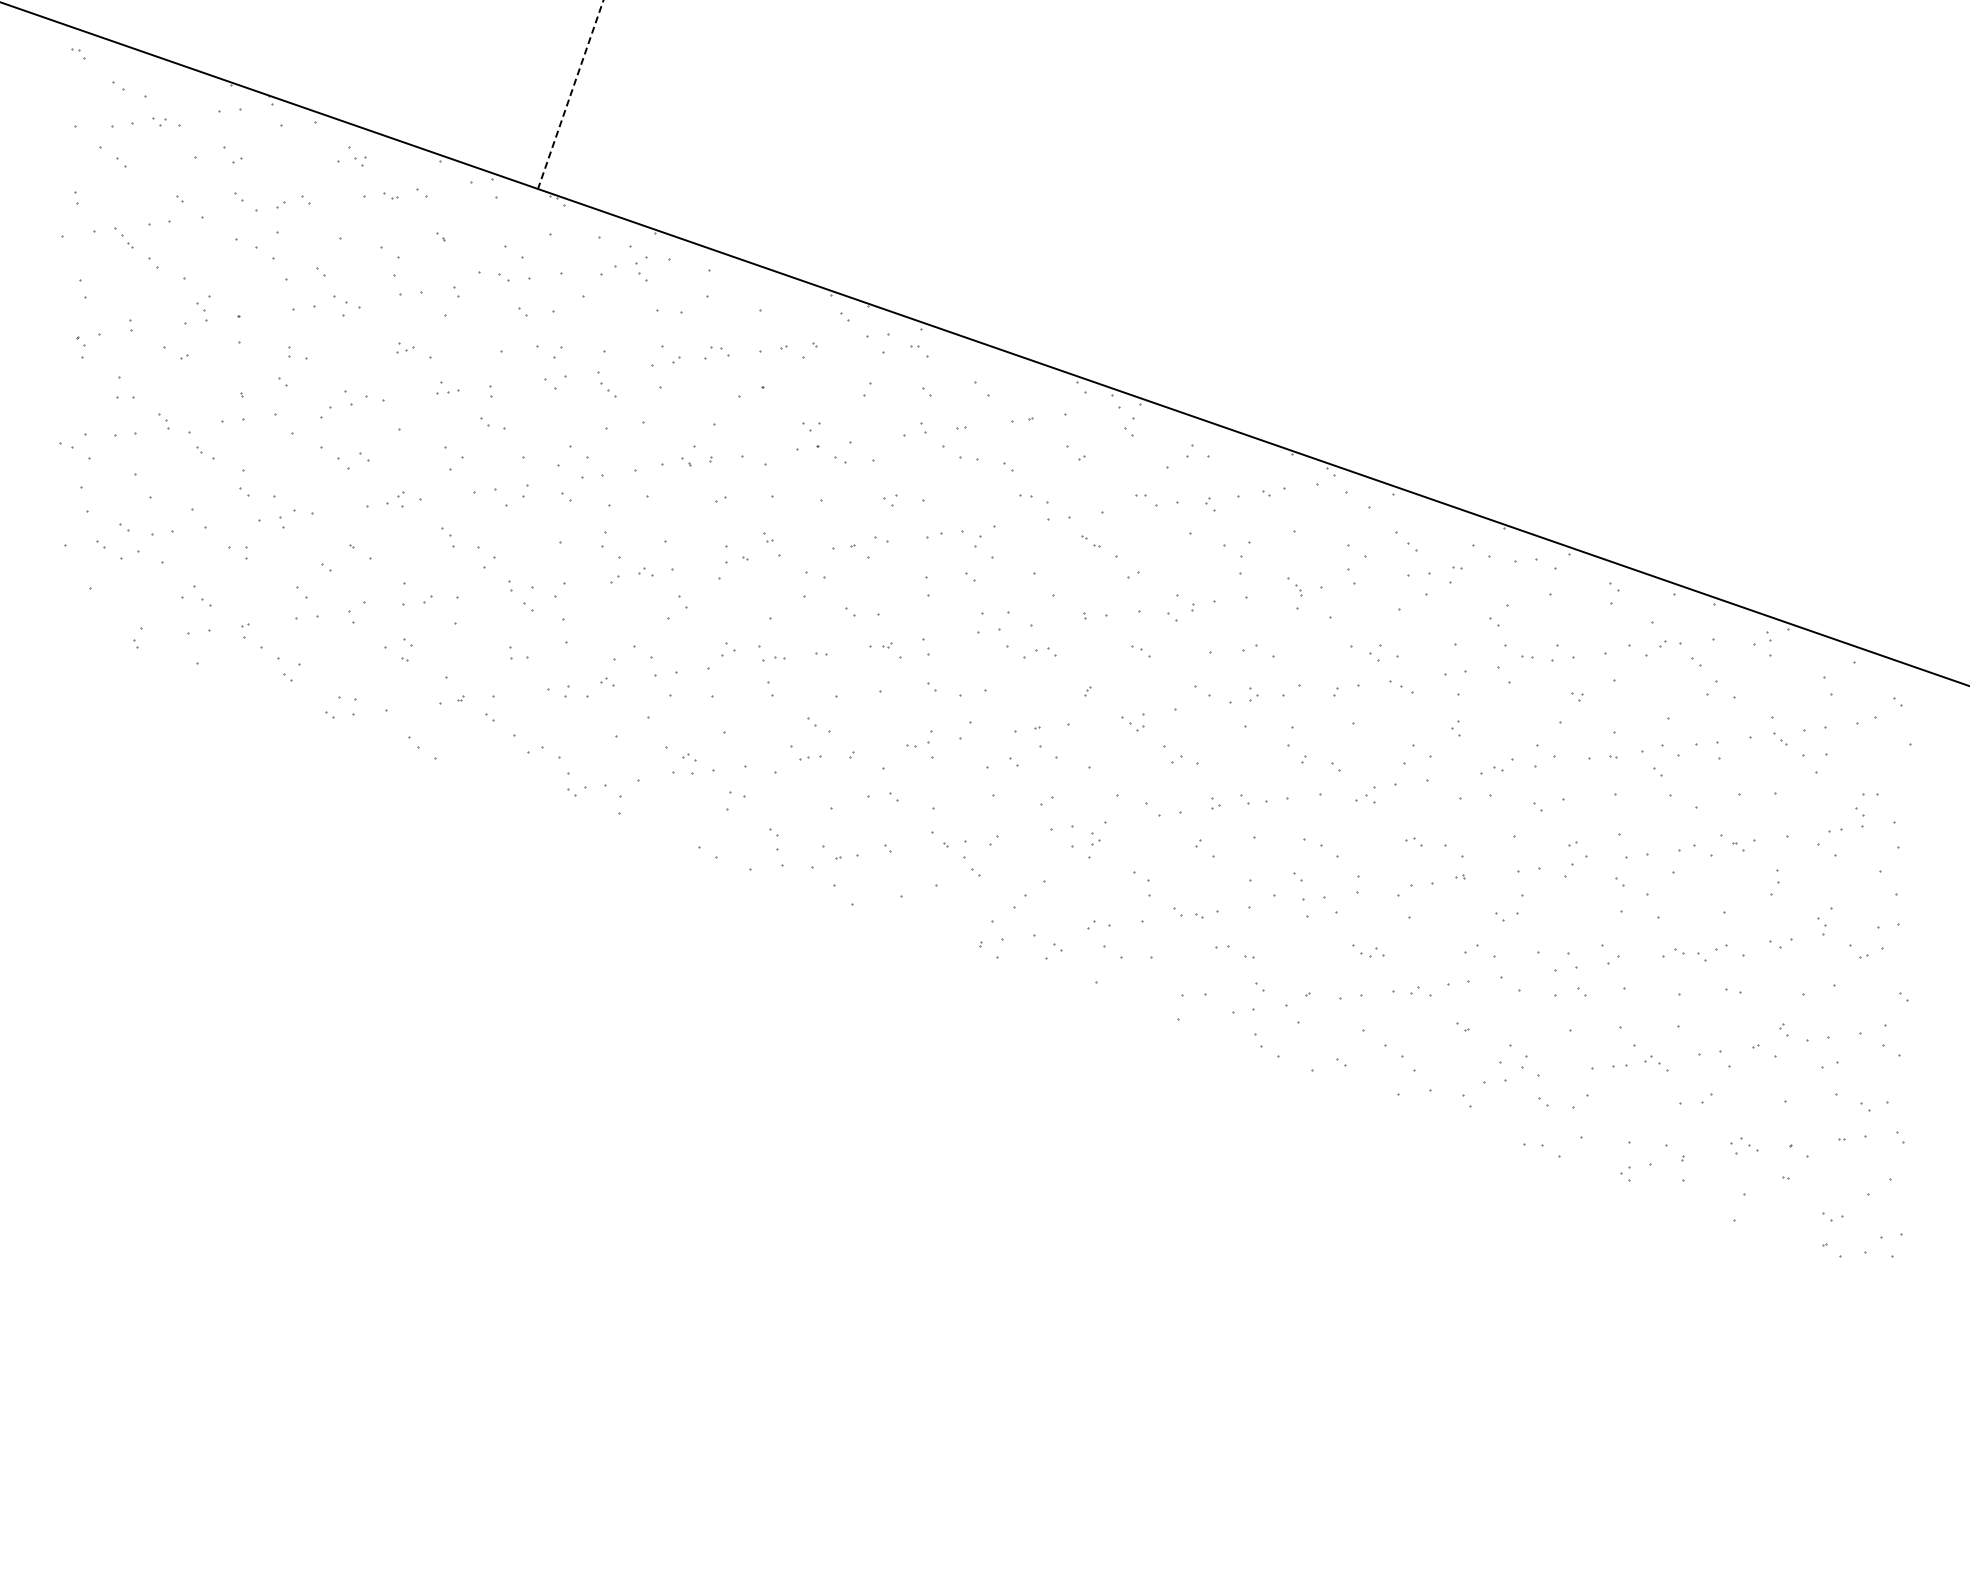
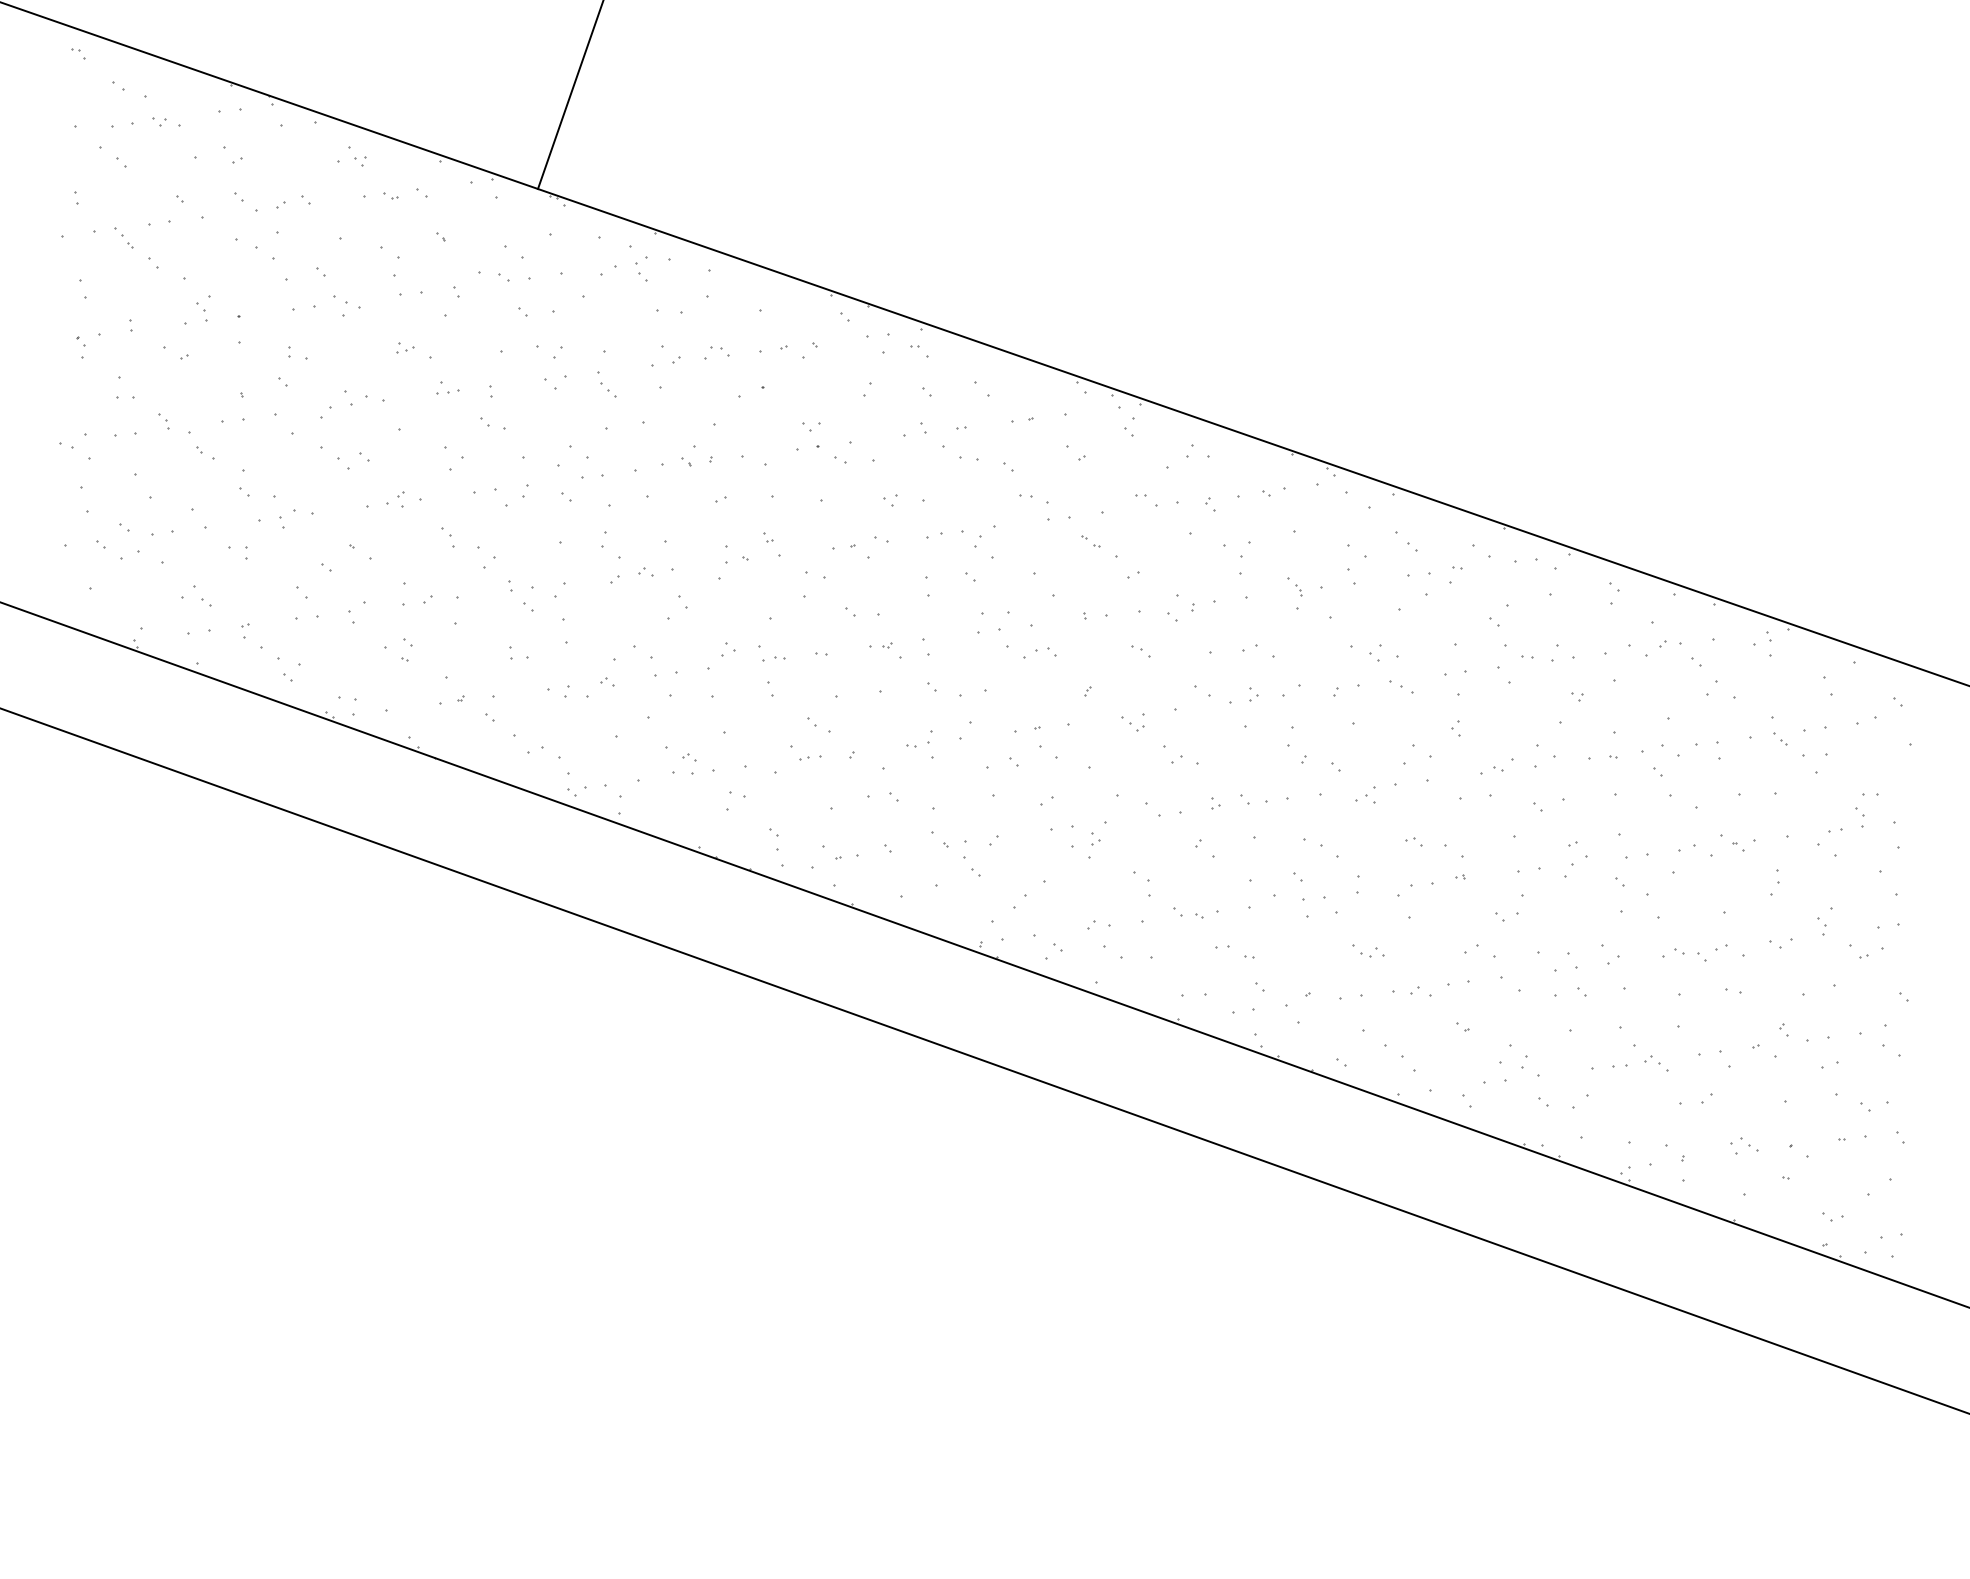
line at (570, 94): dashed -> solid
line at (984, 954): none -> present
line at (984, 1060): none -> present
